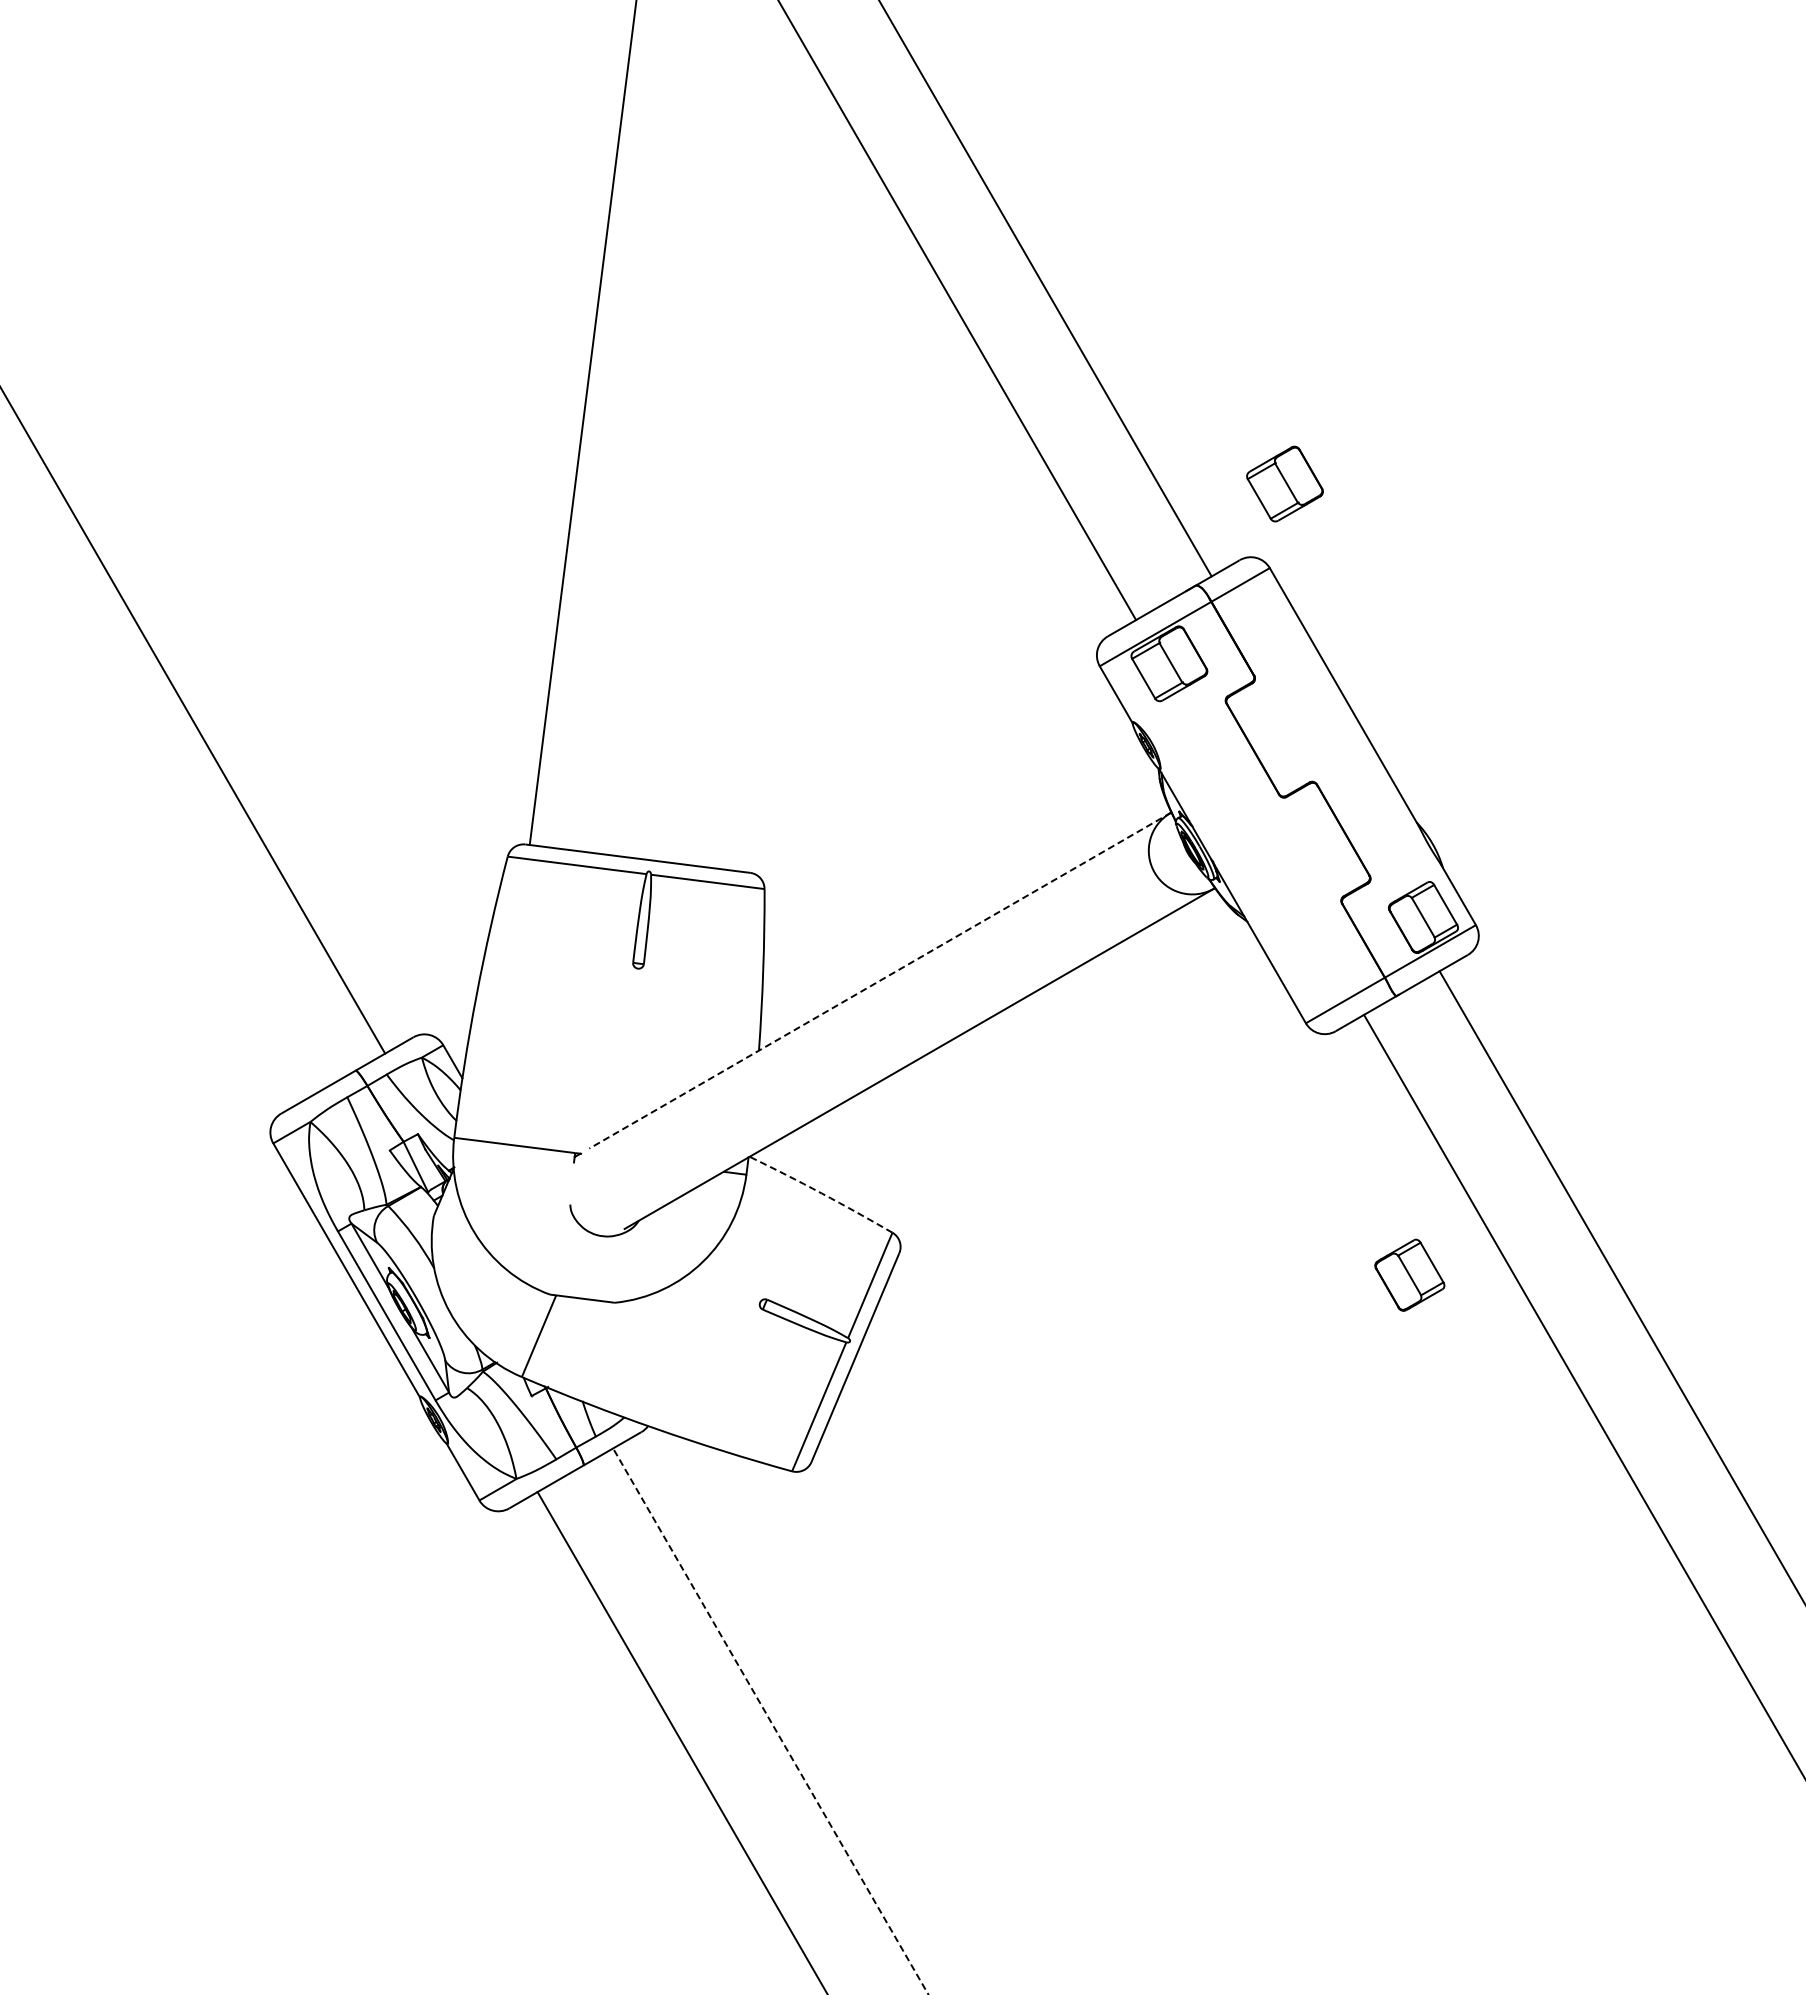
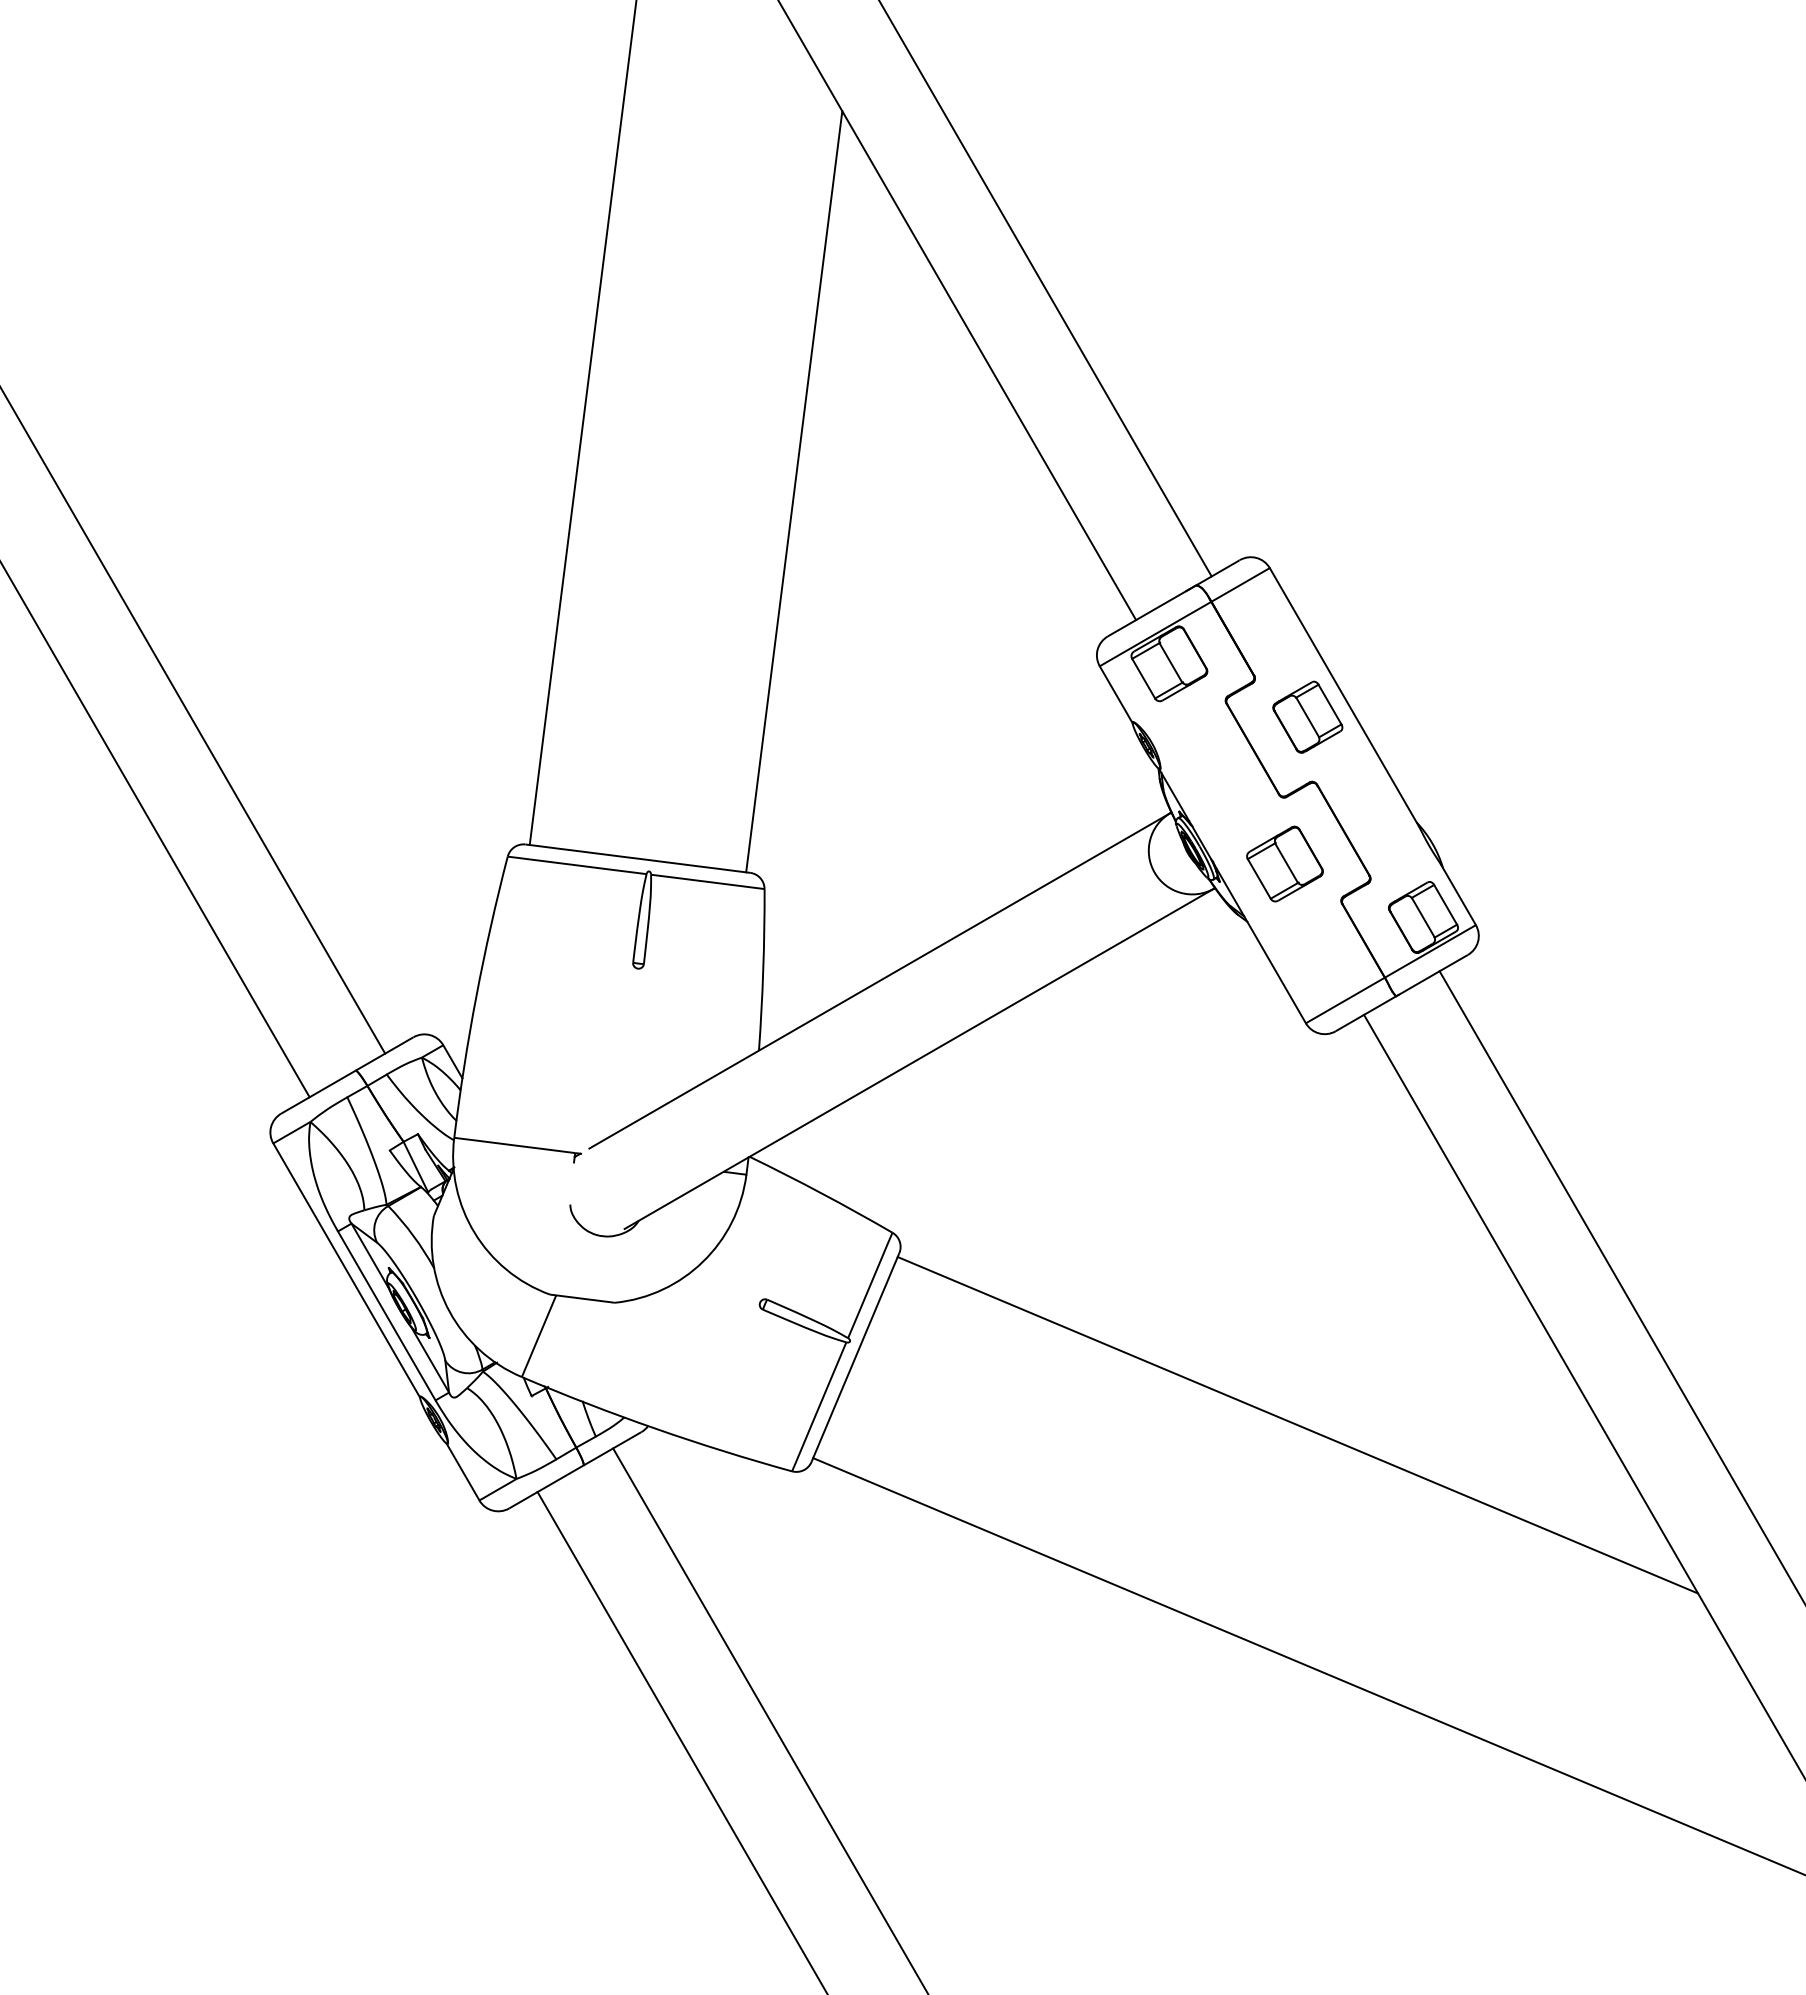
part at (1284, 483) position: (1284, 483) -> (1284, 863)
line at (794, 491): none -> present
line at (155, 830): none -> present
line at (879, 980): dashed -> solid
arc at (821, 1193): dashed -> solid
part at (1409, 1274) position: (1409, 1274) -> (1307, 716)
line at (1297, 1425): none -> present
line at (1307, 1666): none -> present
line at (770, 1721): dashed -> solid
